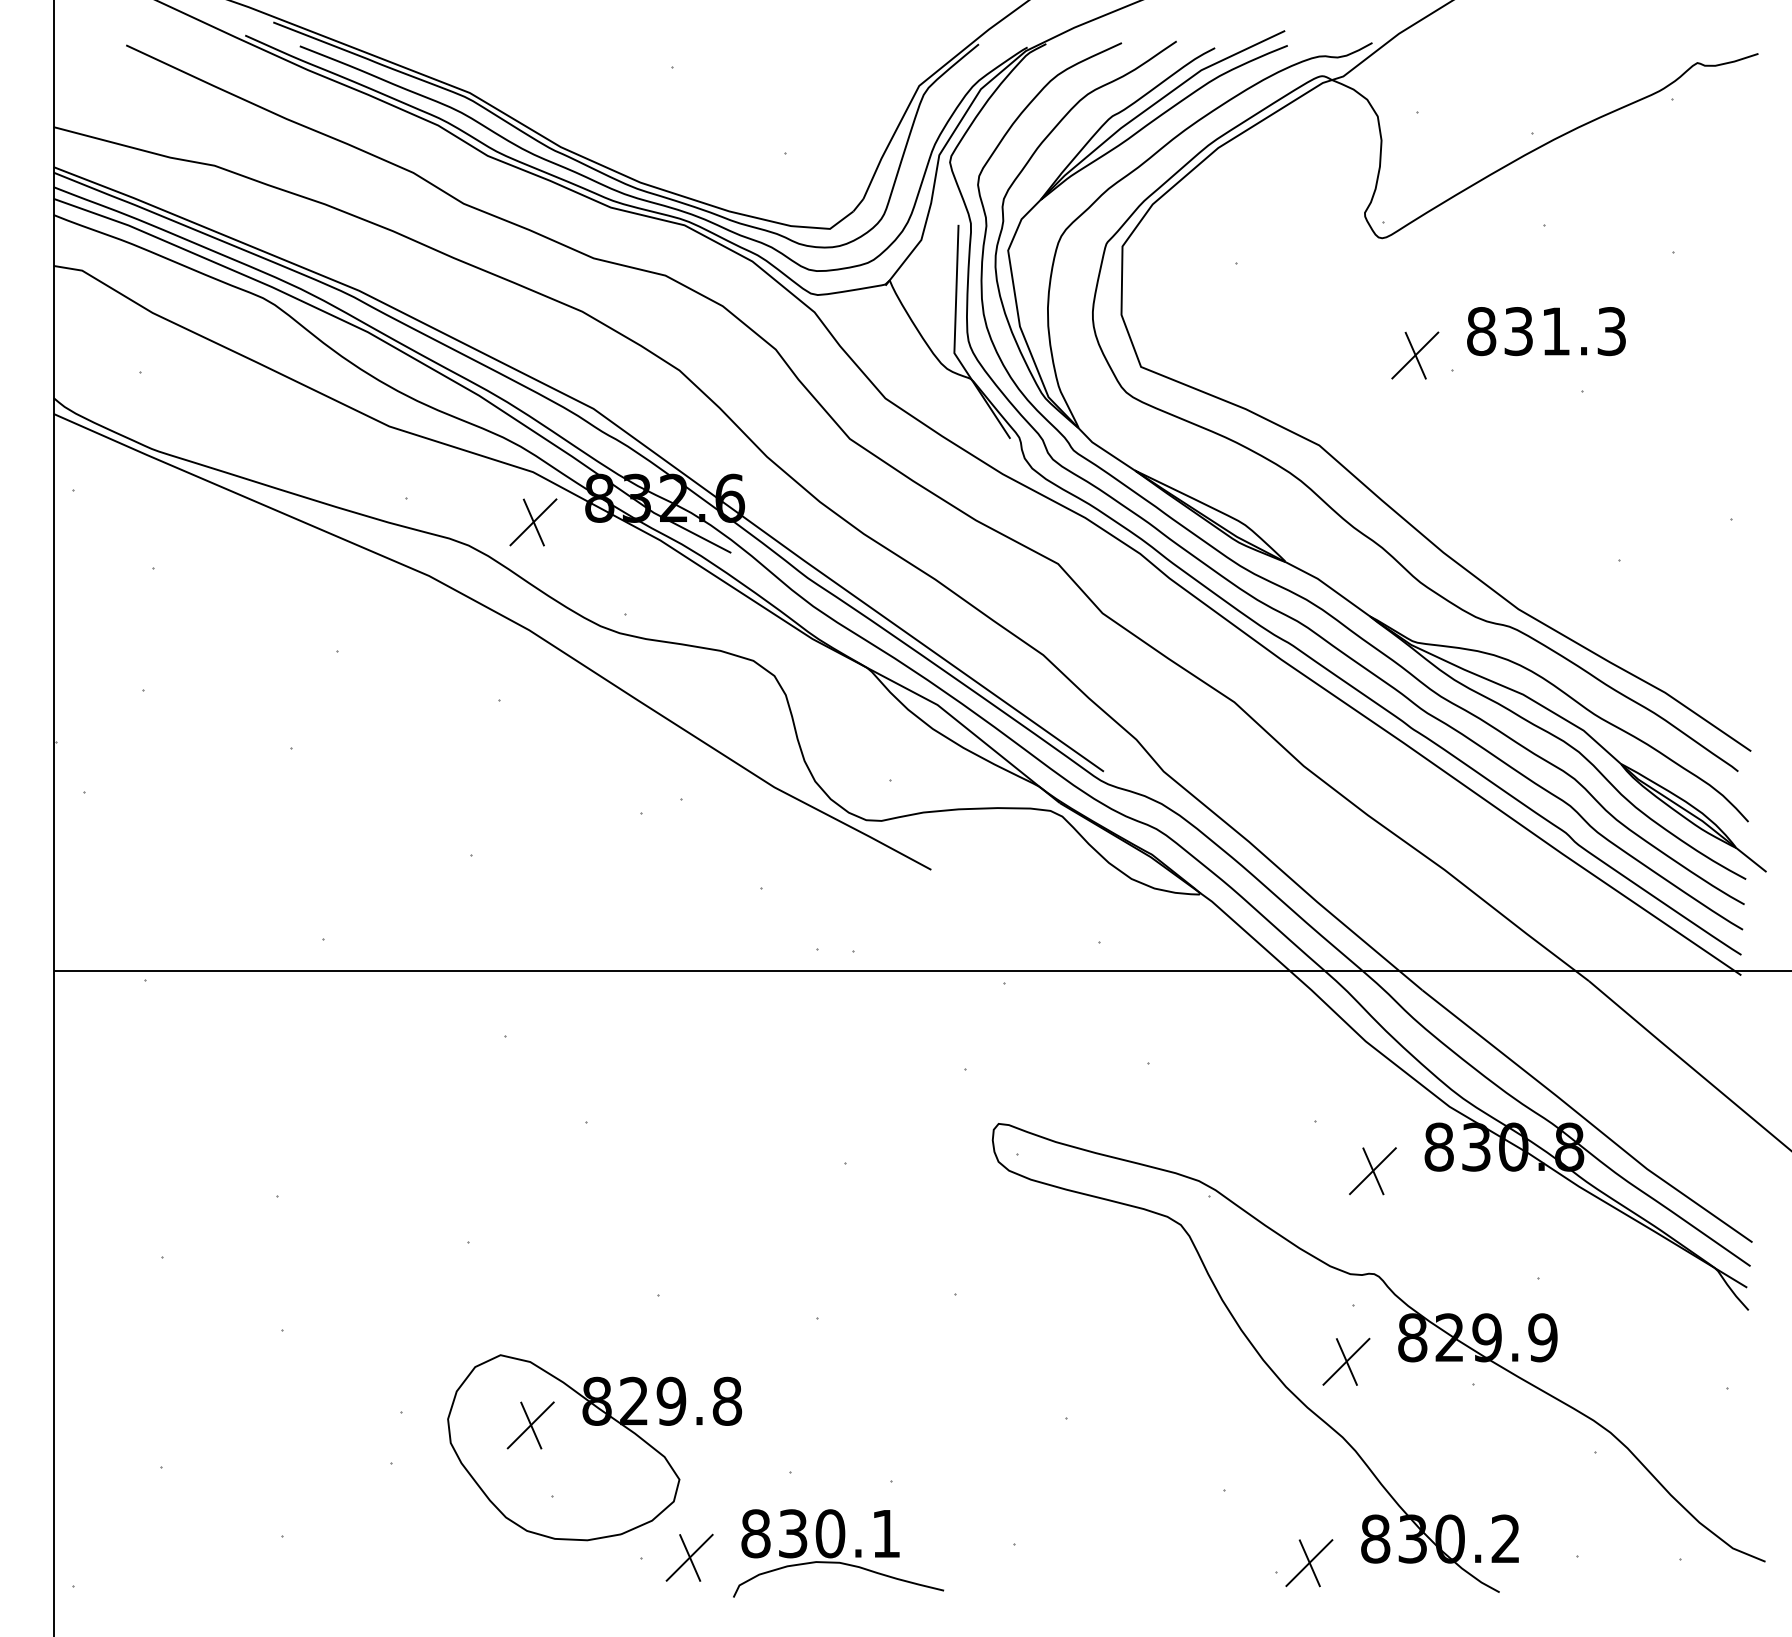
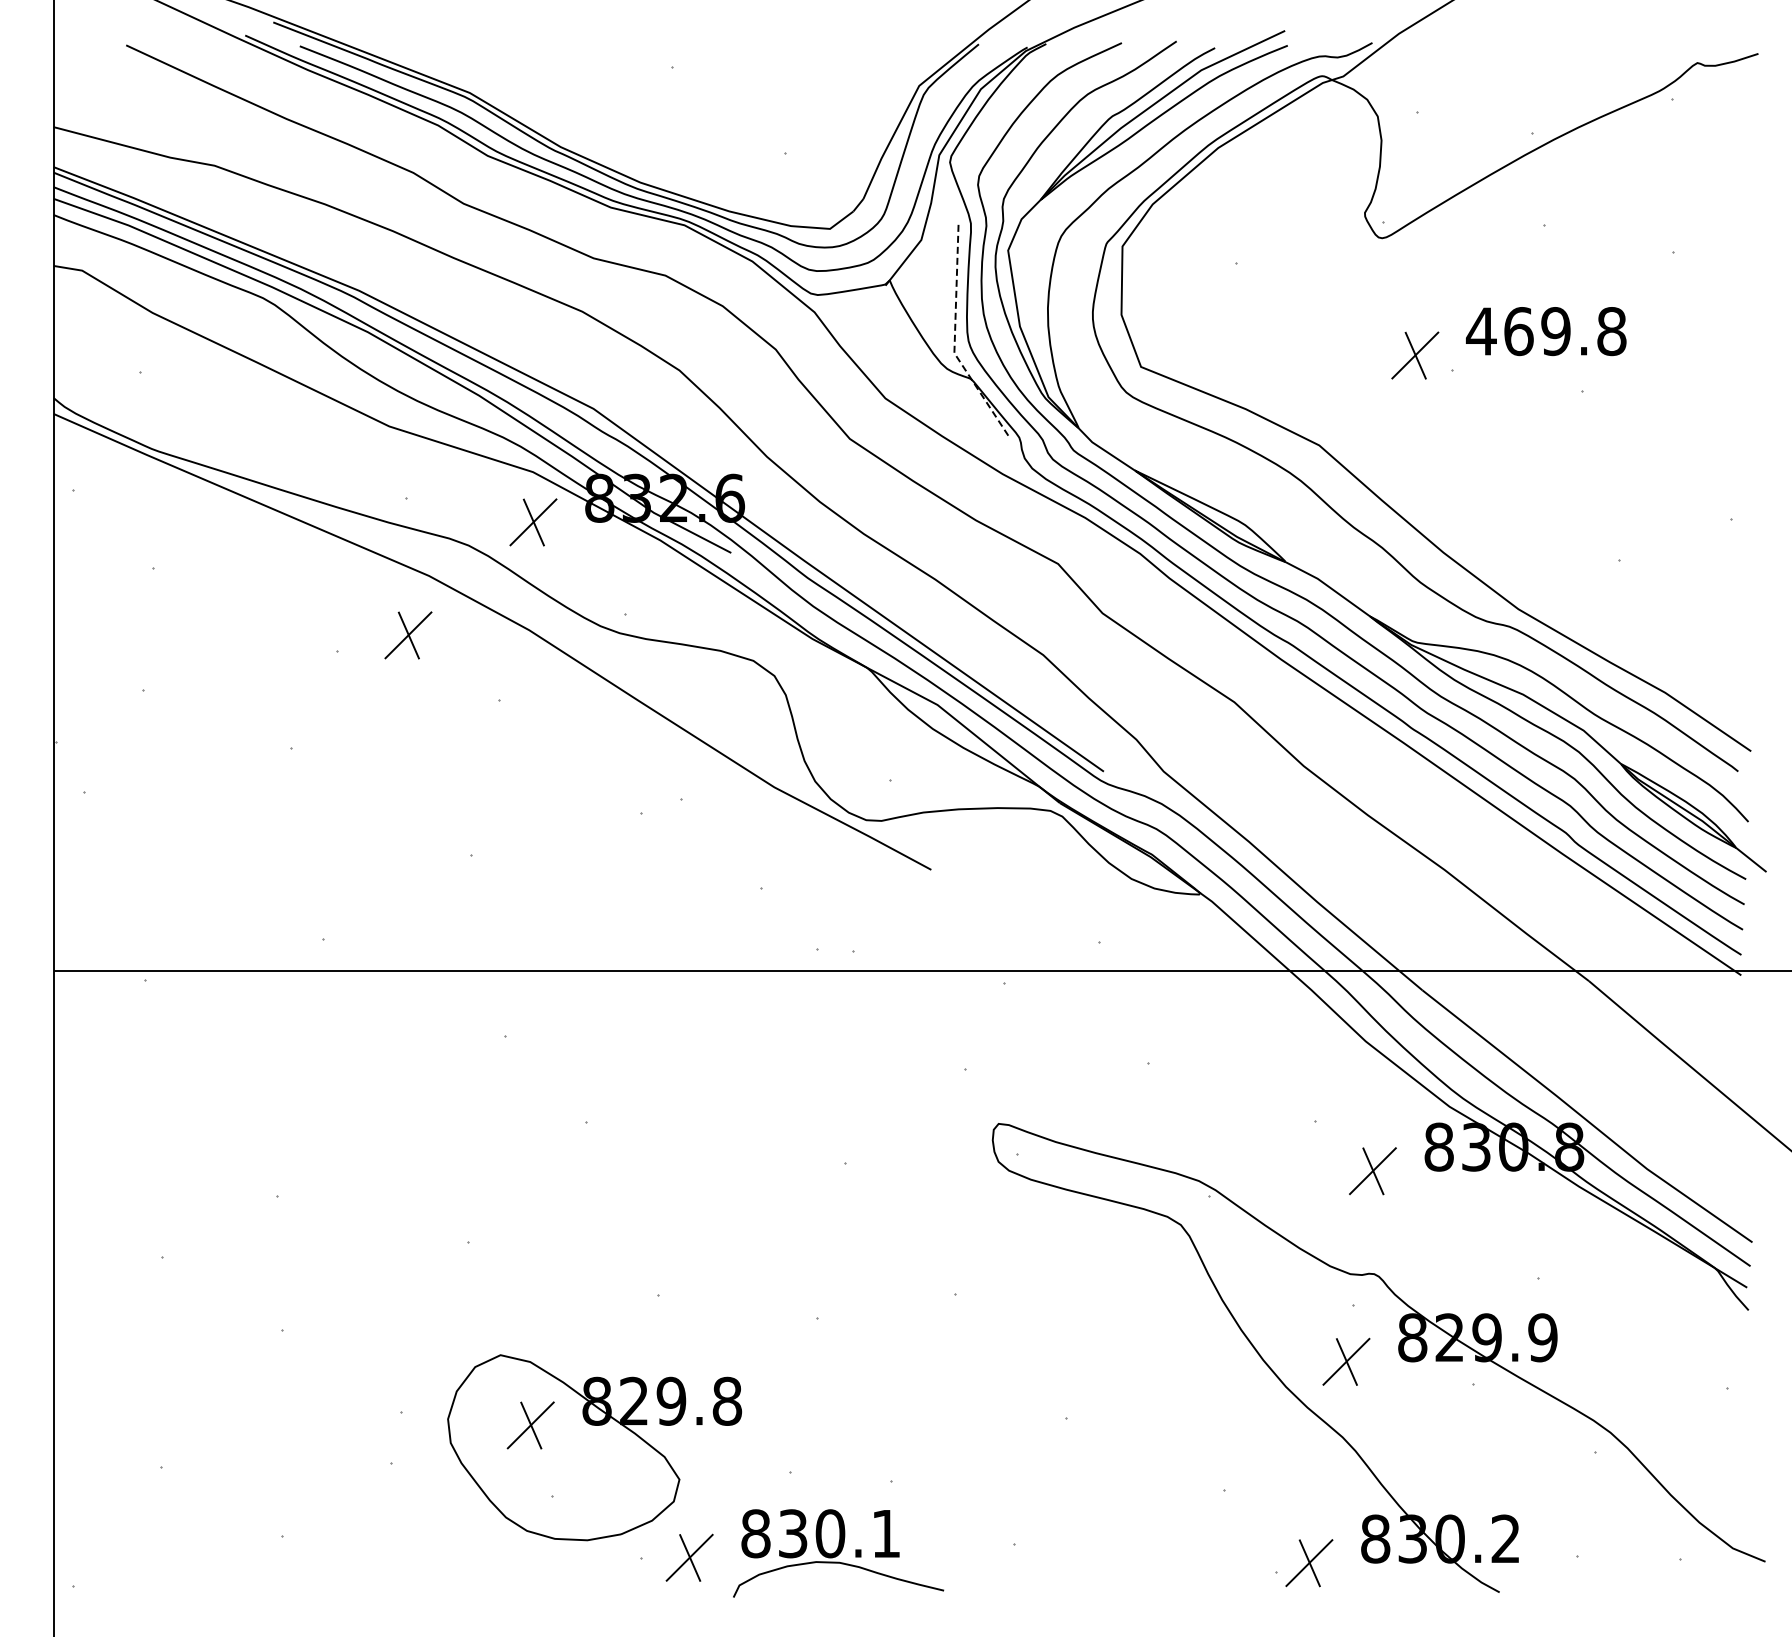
text at (1545, 331): 831.3 -> 469.8
line at (954, 341): solid -> dashed
part at (408, 635): none -> present
